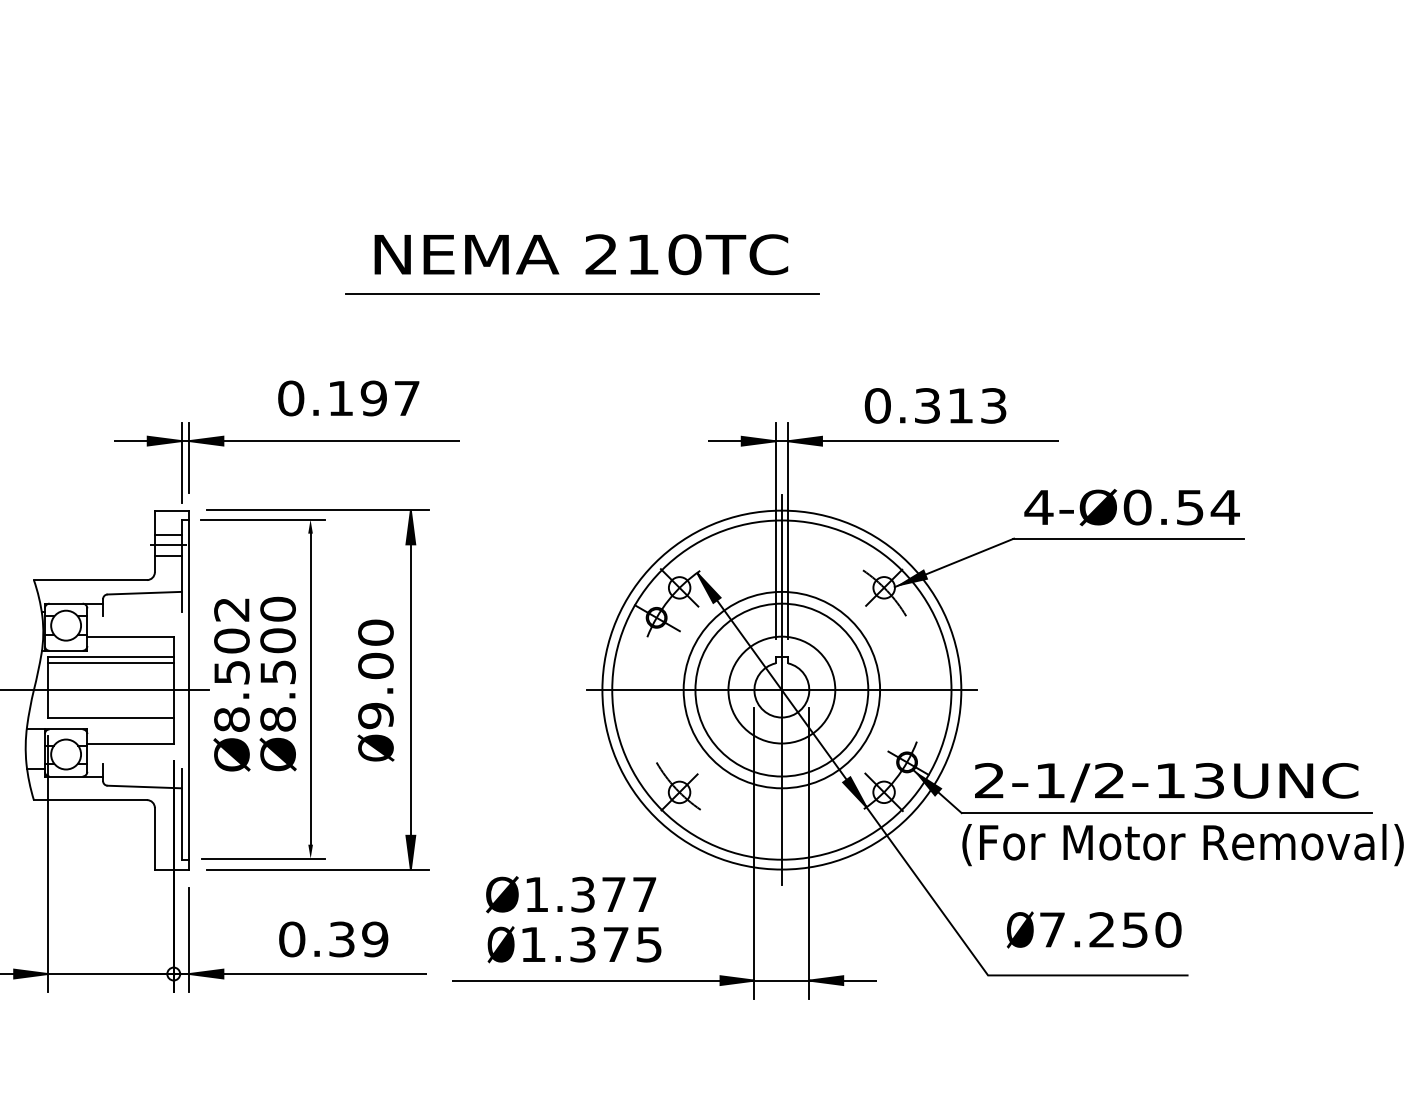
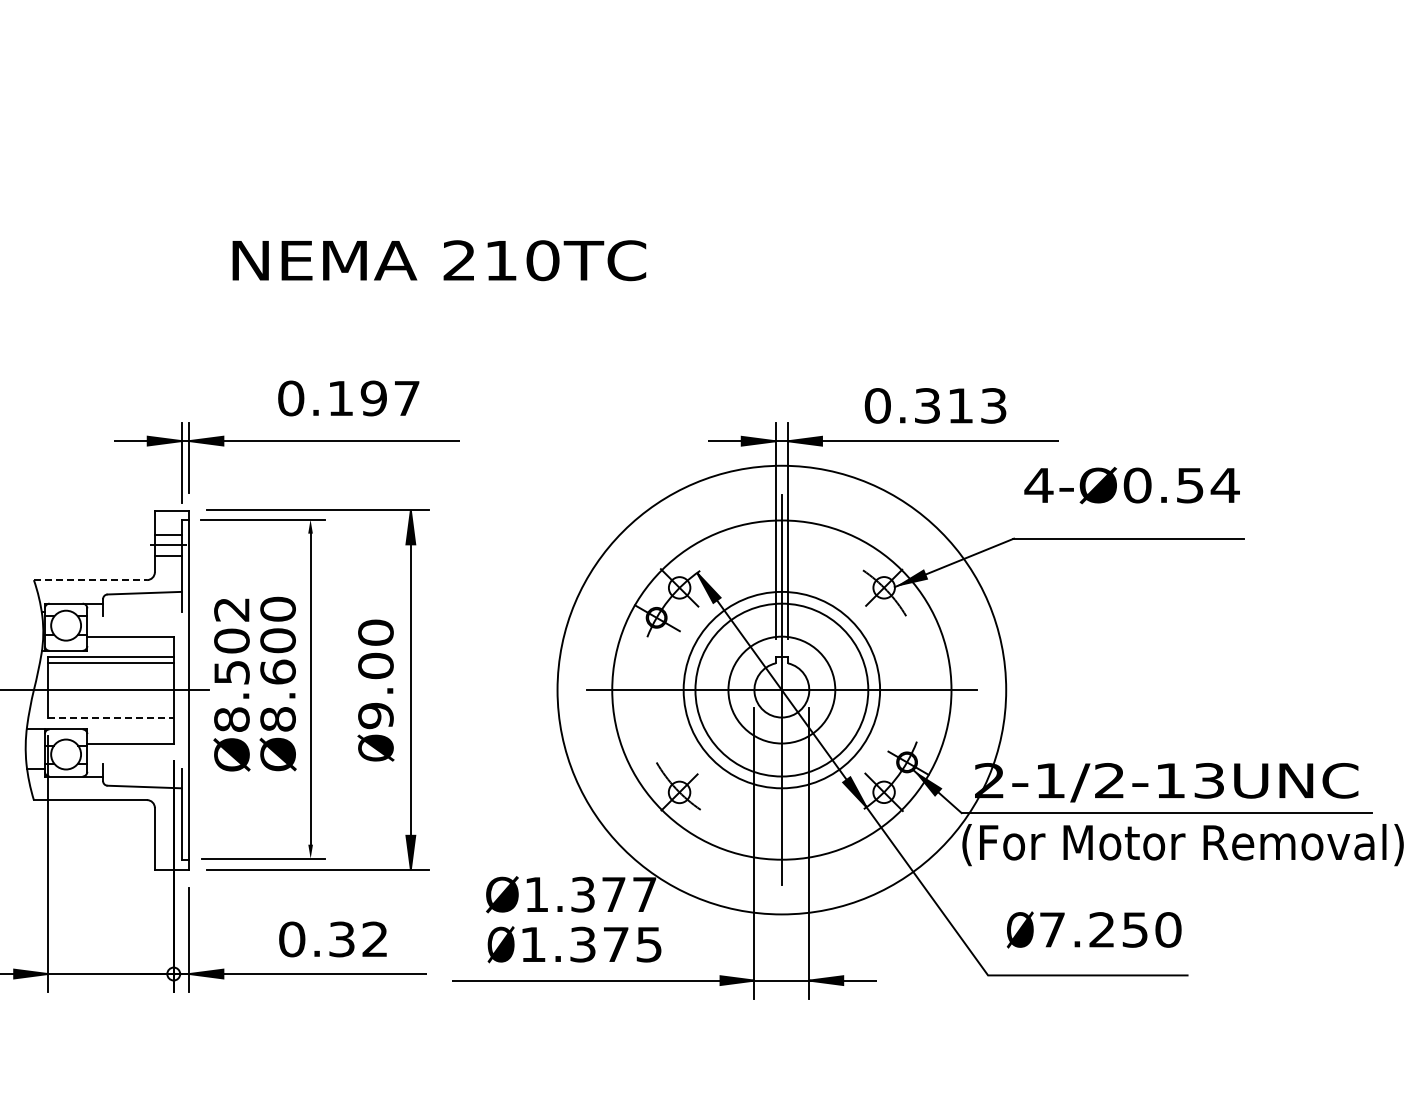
text at (581, 254) position: (581, 254) -> (439, 260)
line at (582, 294): present -> none
text at (1131, 507) position: (1131, 507) -> (1131, 485)
line at (90, 580): solid -> dashed
text at (277, 671): Ø8.500 -> Ø8.600
circle at (781, 689) diameter: 359 px -> 449 px
line at (110, 717): solid -> dashed
text at (375, 939): 0.39 -> 0.32
